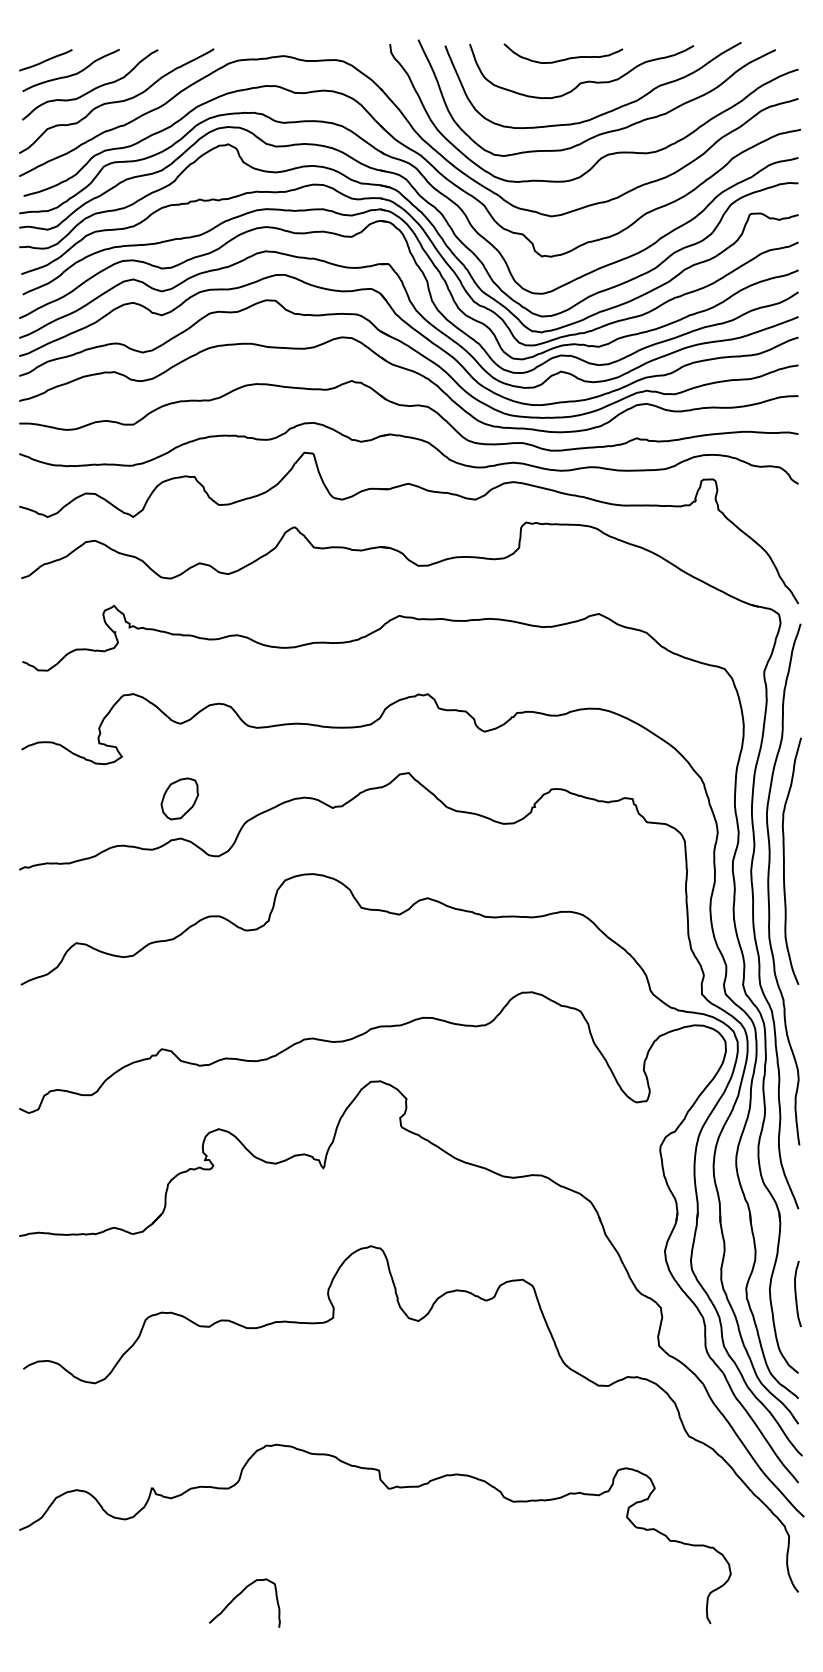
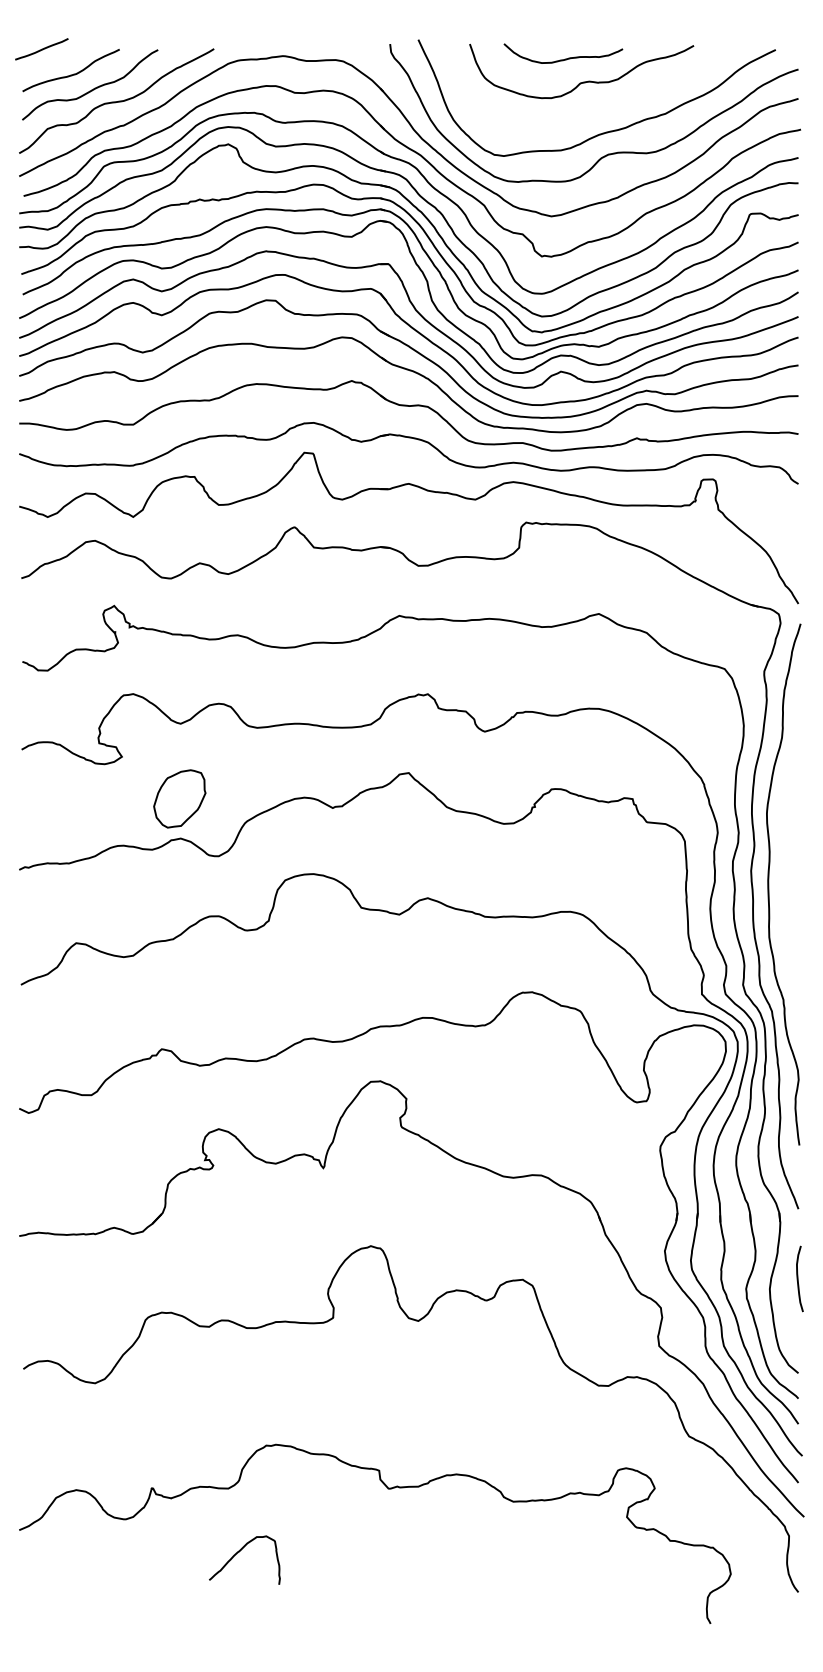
line at (45, 60) position: (45, 60) -> (41, 49)
curve at (604, 112): present -> none
part at (179, 798) size: 40x44 px -> 54x60 px
curve at (784, 860): present -> none
curve at (796, 1293) position: (796, 1293) -> (798, 1278)
curve at (239, 1595) position: (239, 1595) -> (239, 1552)
